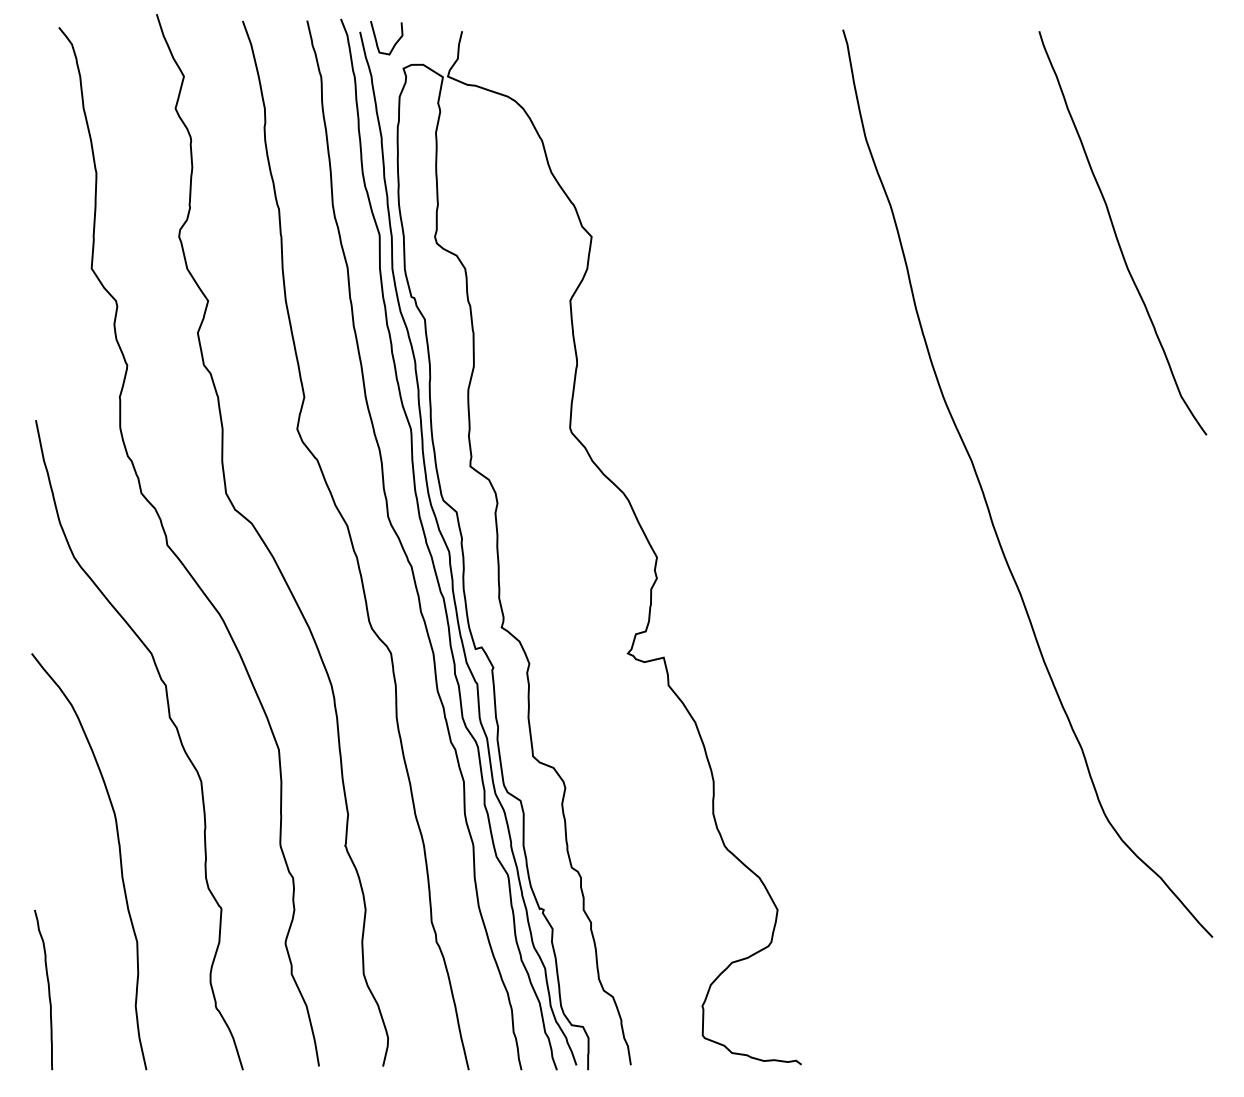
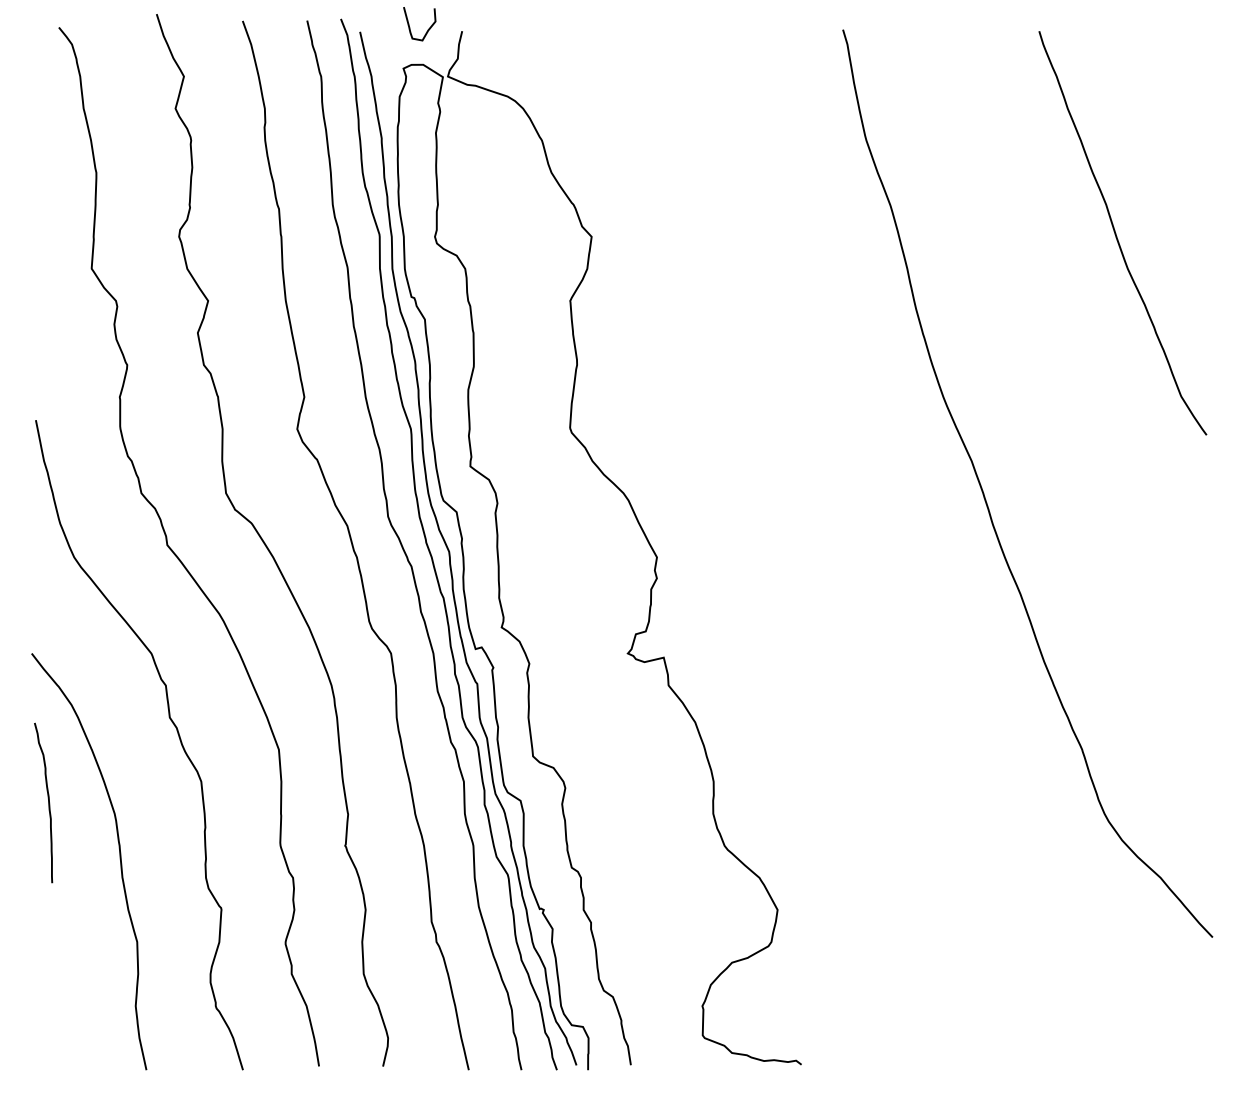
curve at (394, 43) position: (394, 43) -> (427, 29)
curve at (48, 989) position: (48, 989) -> (48, 802)
